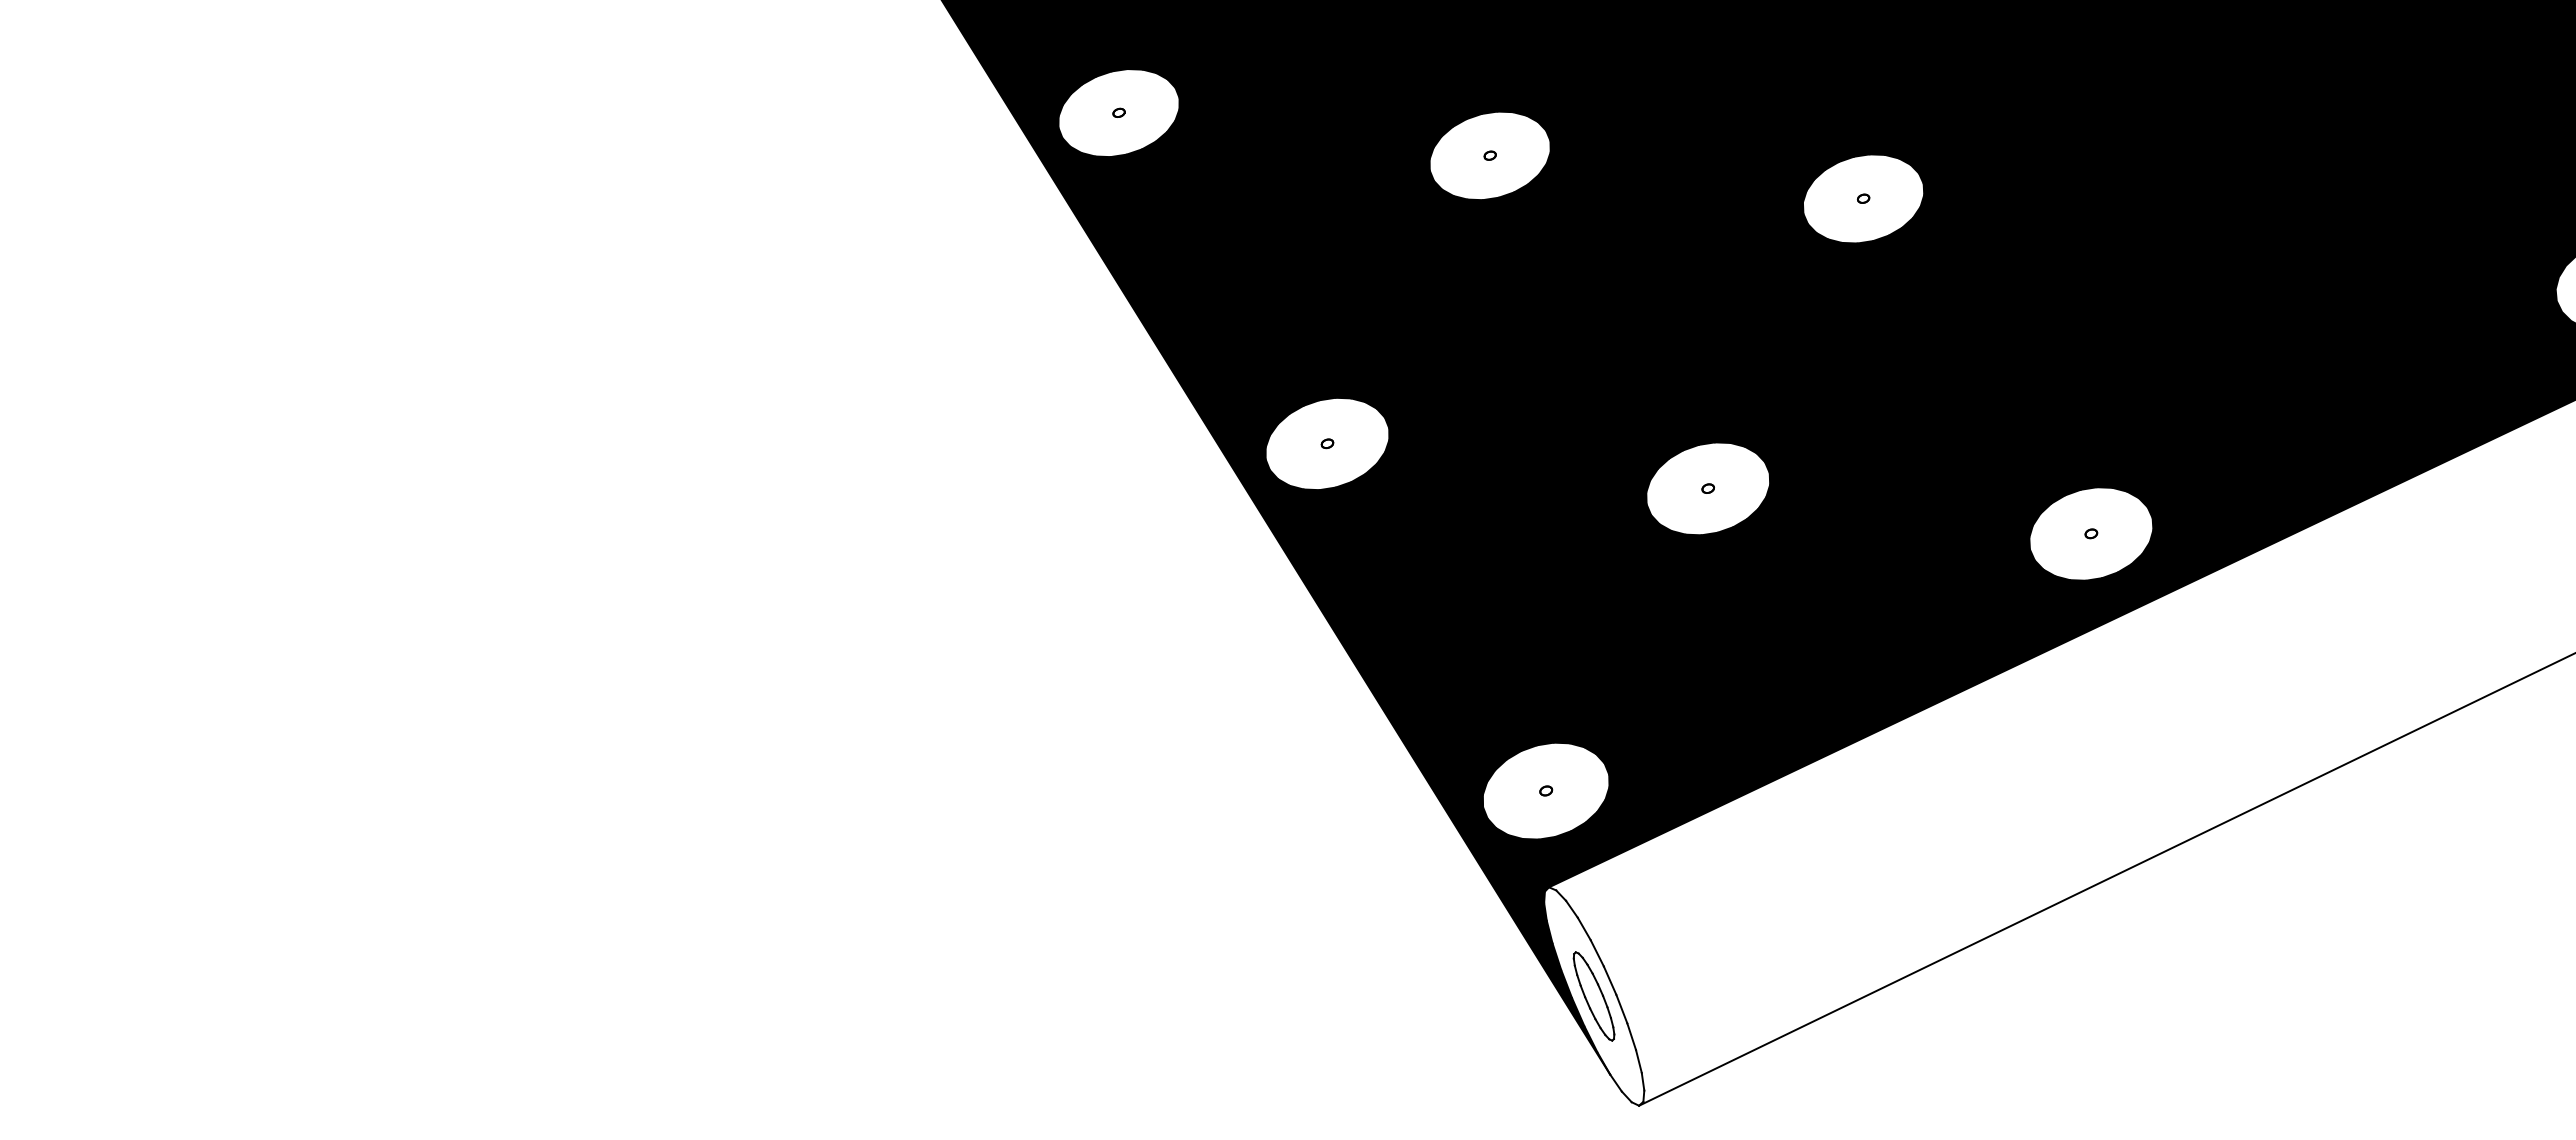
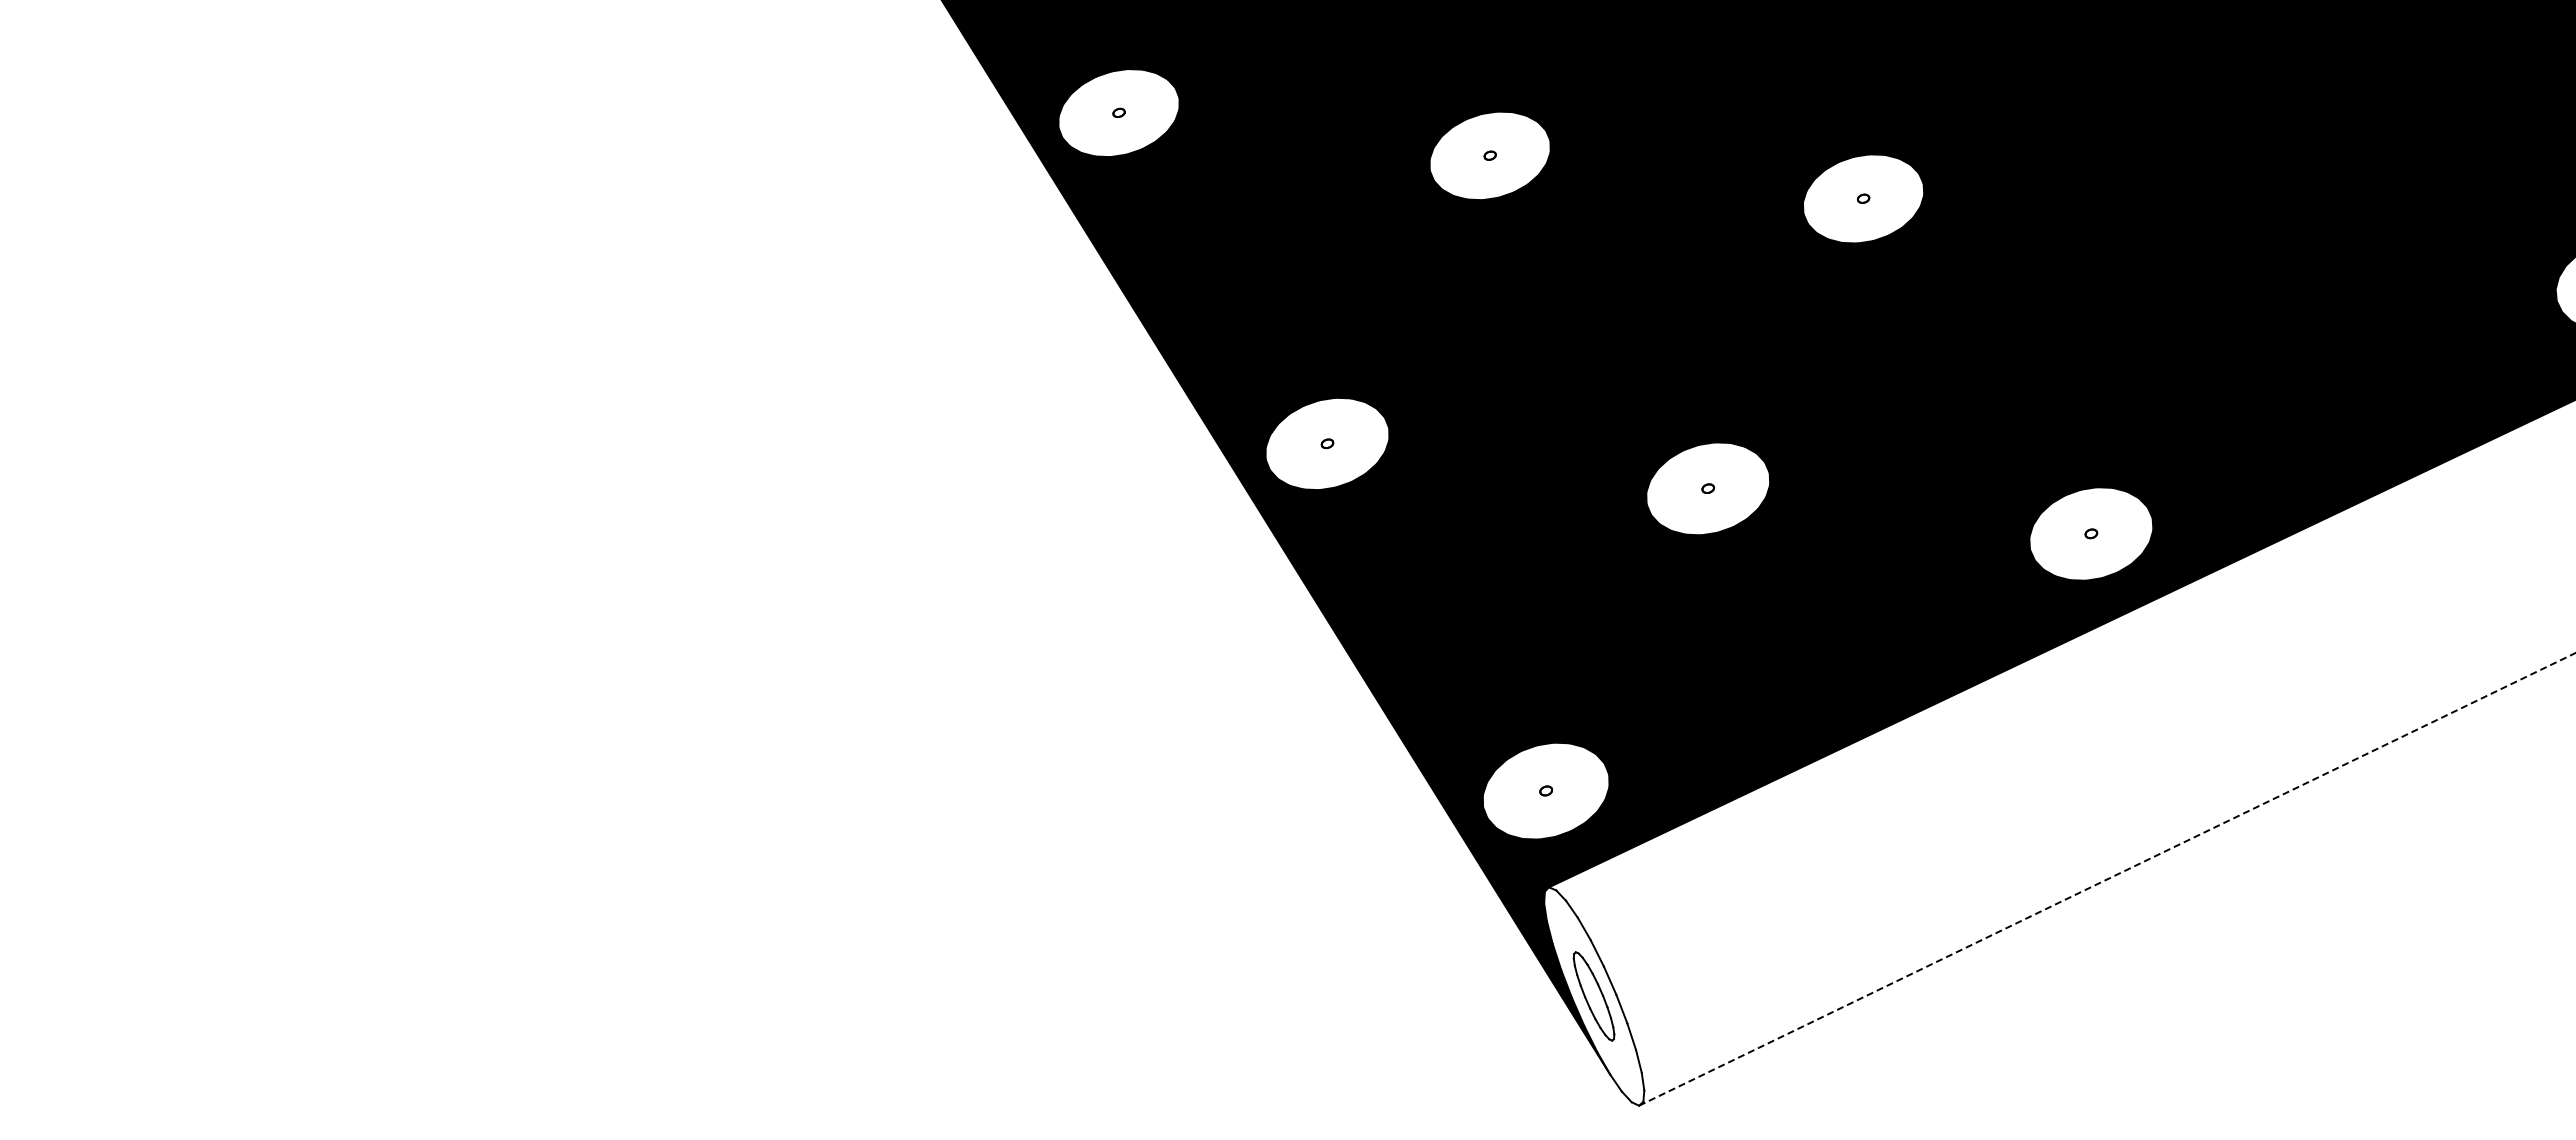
line at (2107, 879): solid -> dashed
